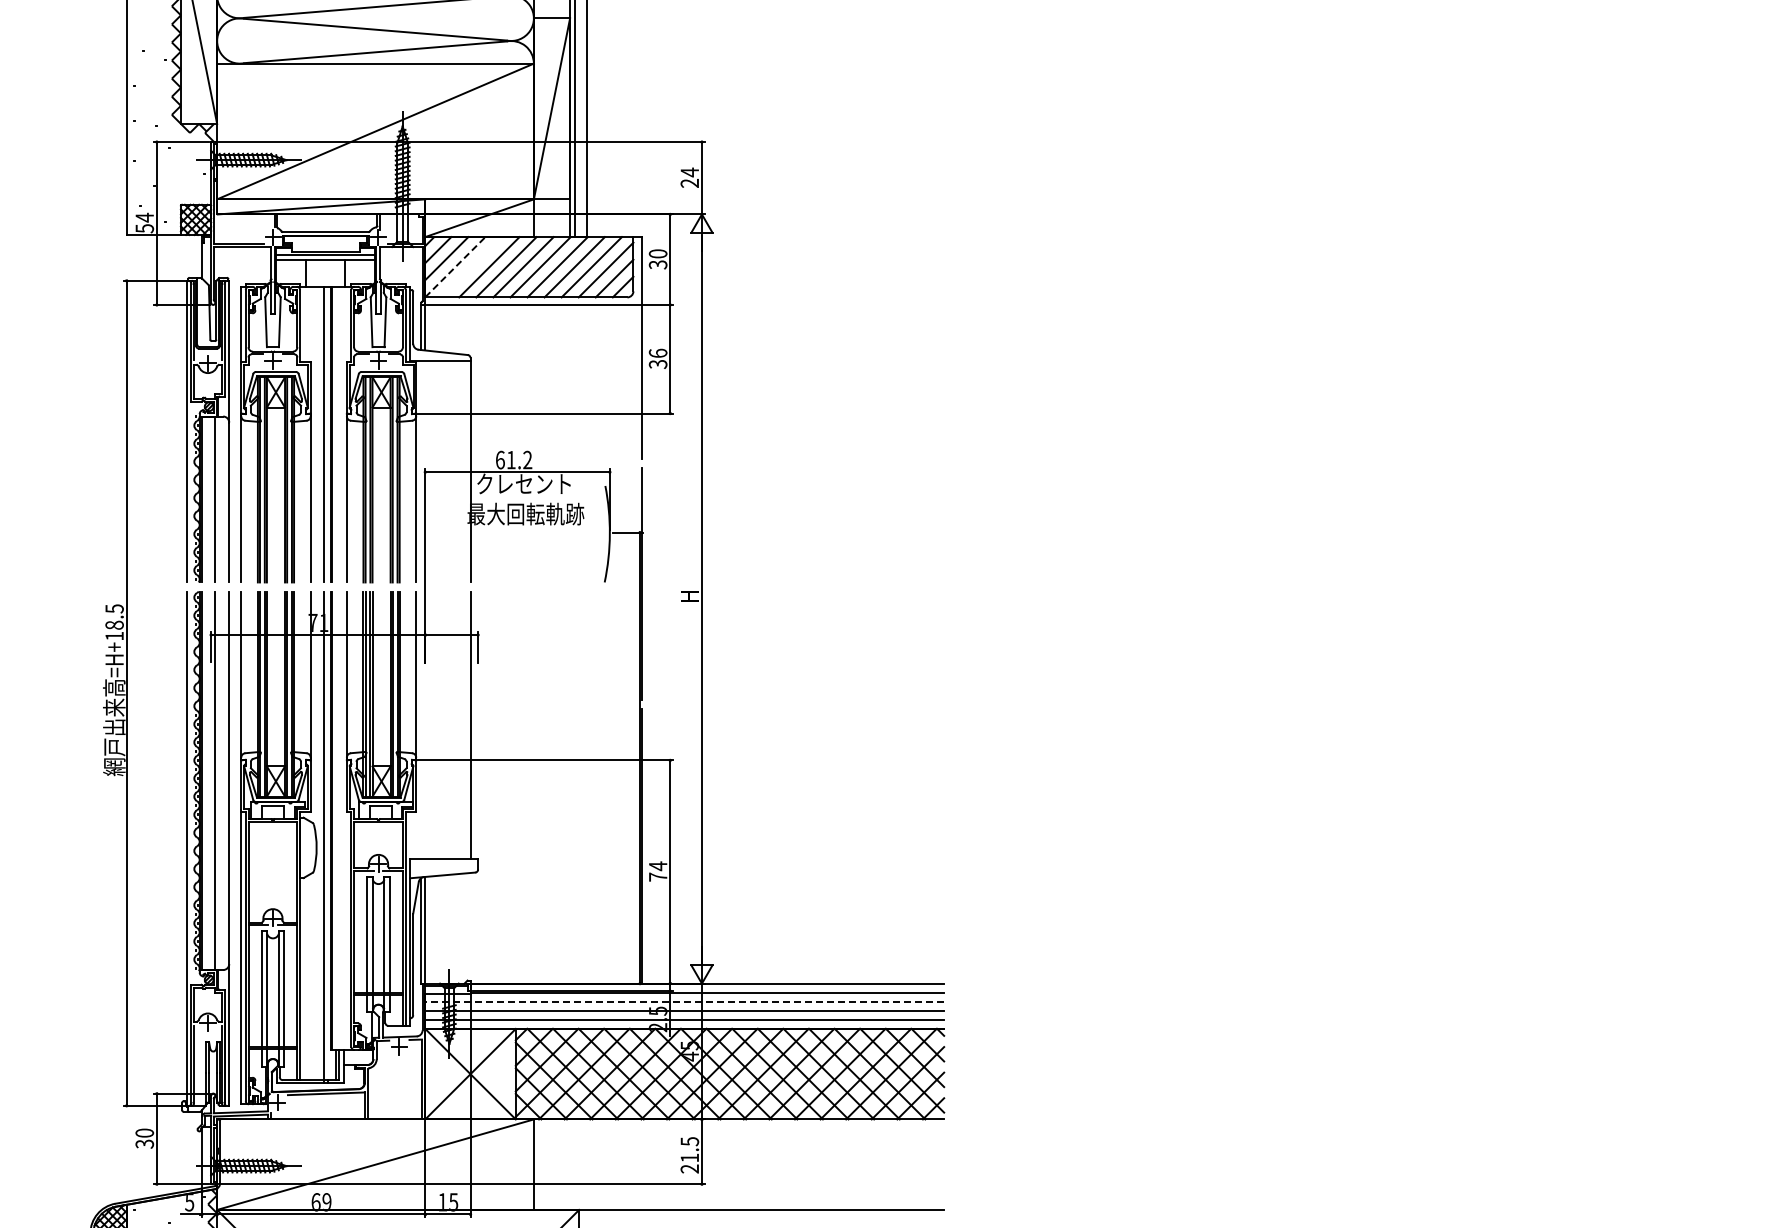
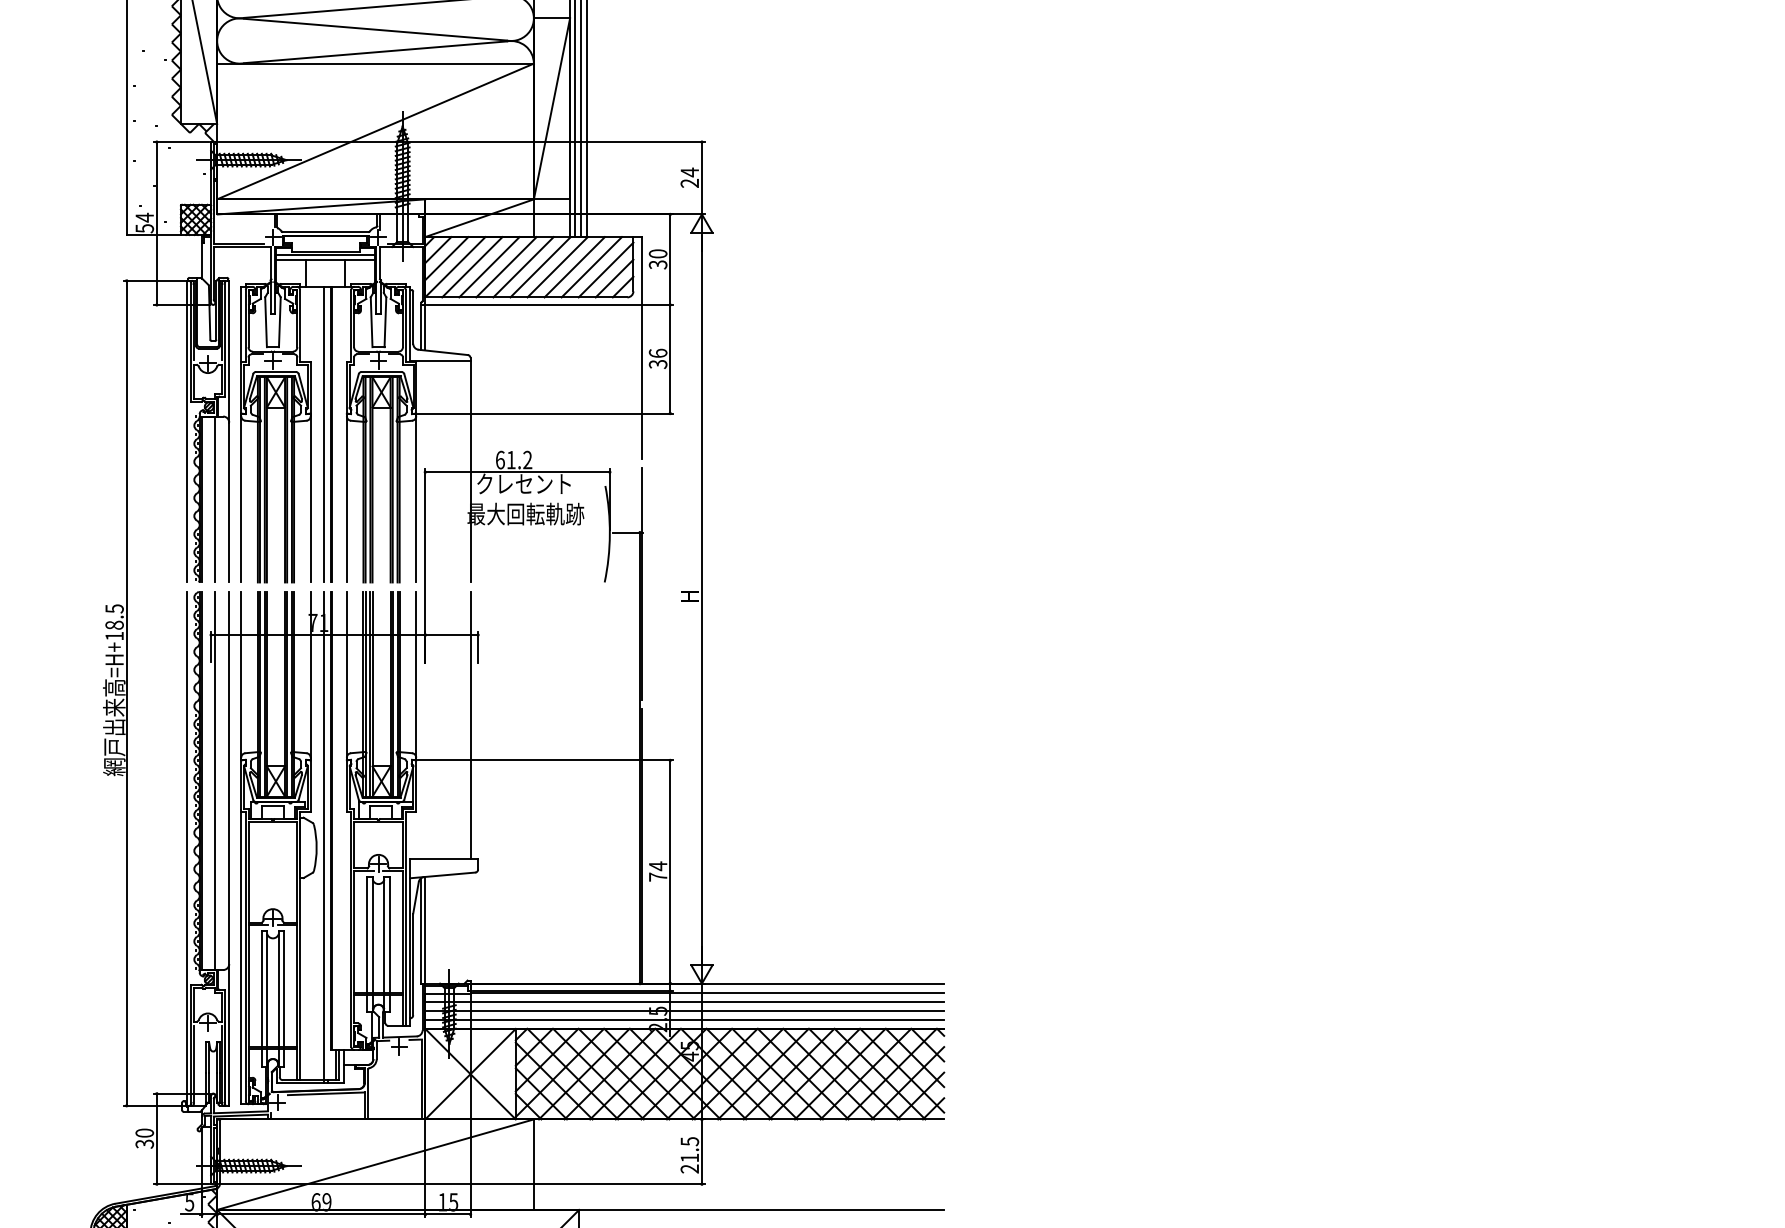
line at (580, 119): none -> present
line at (455, 267): dashed -> solid
line at (472, 267): none -> present
line at (684, 1001): dashed -> solid
